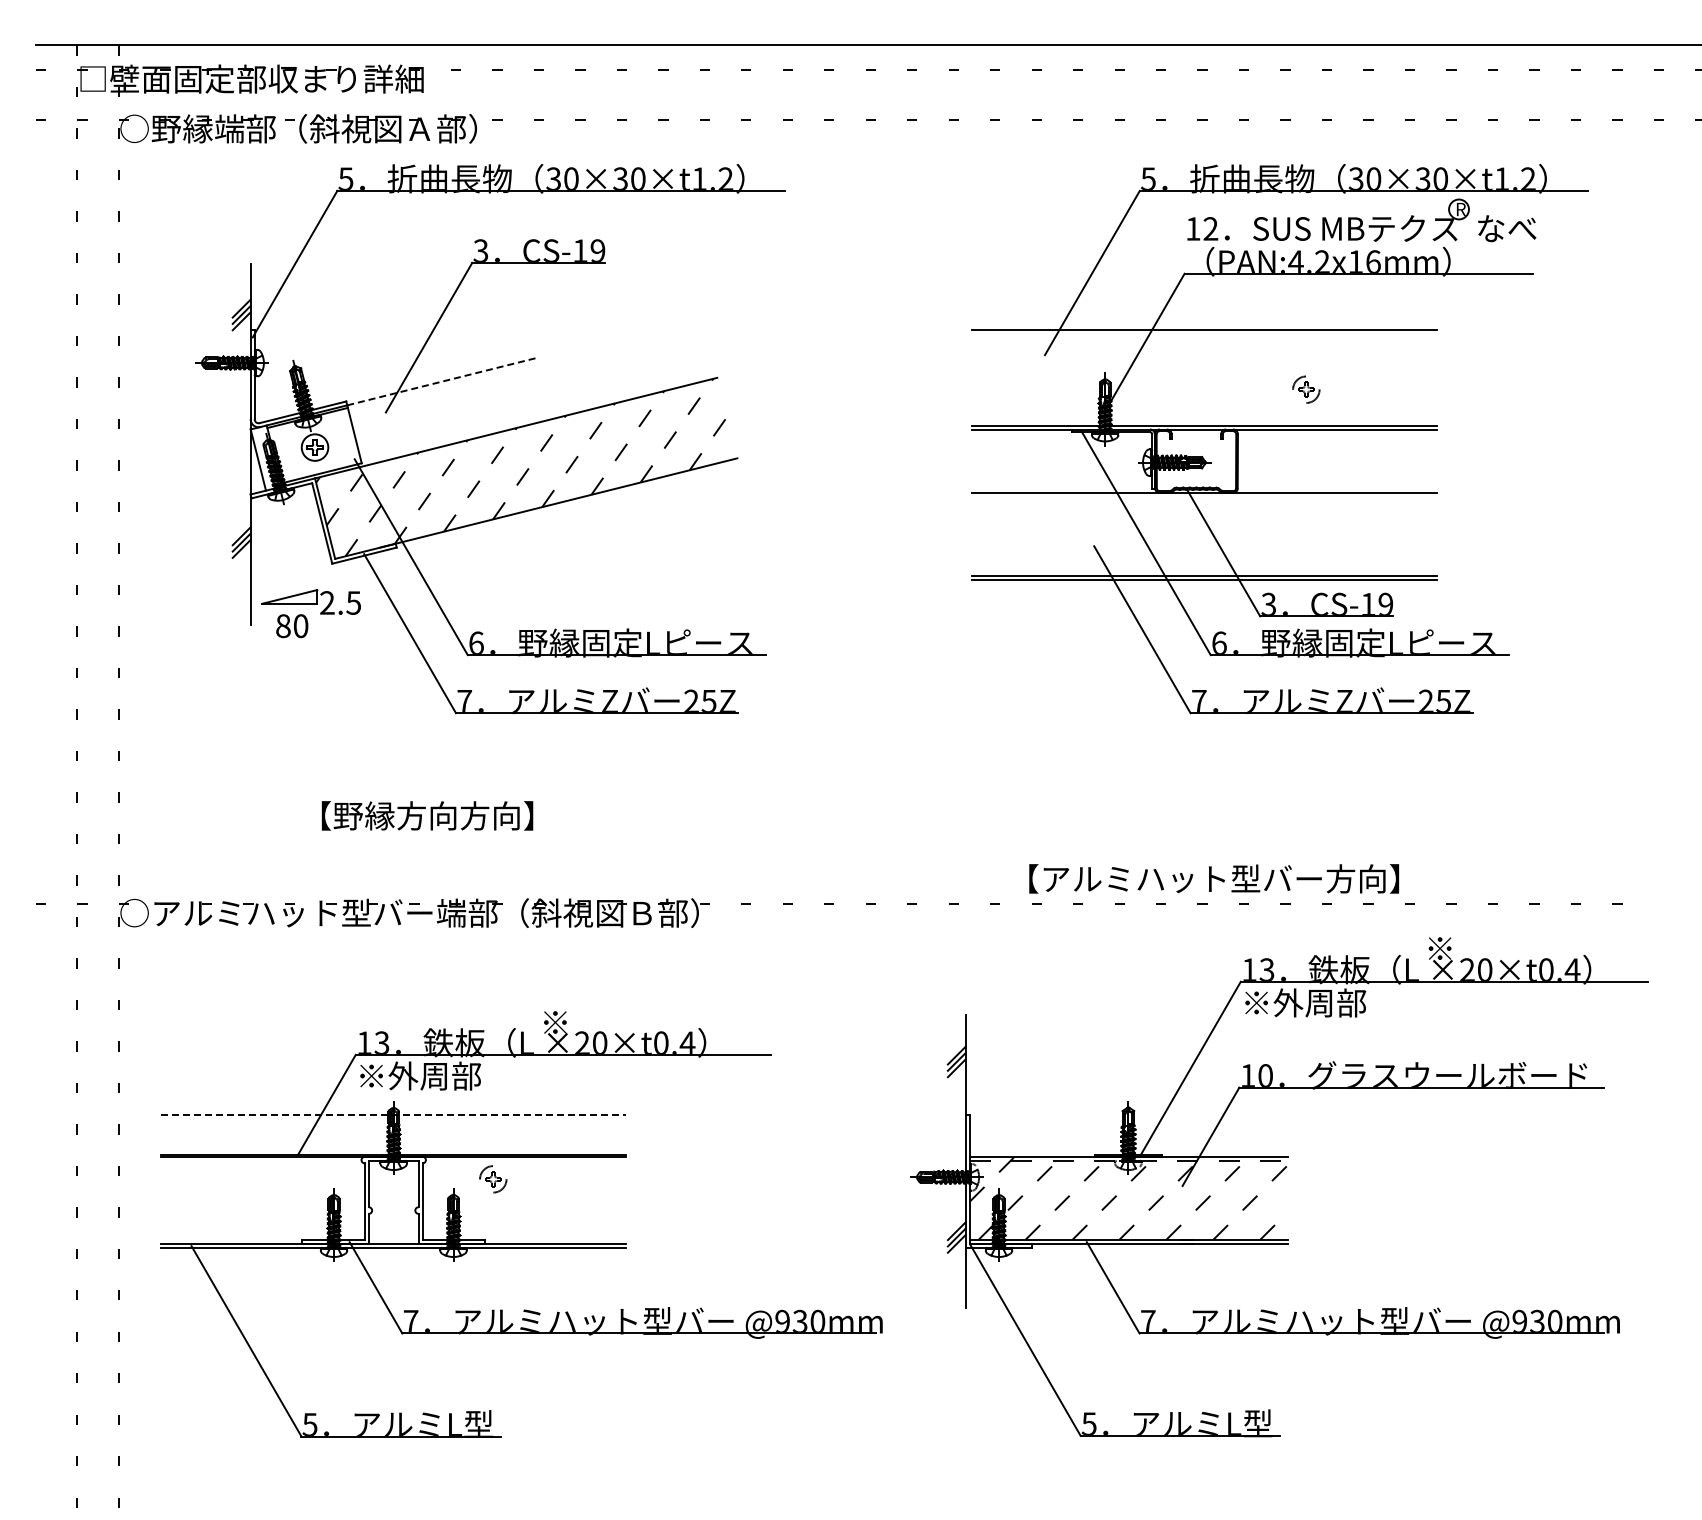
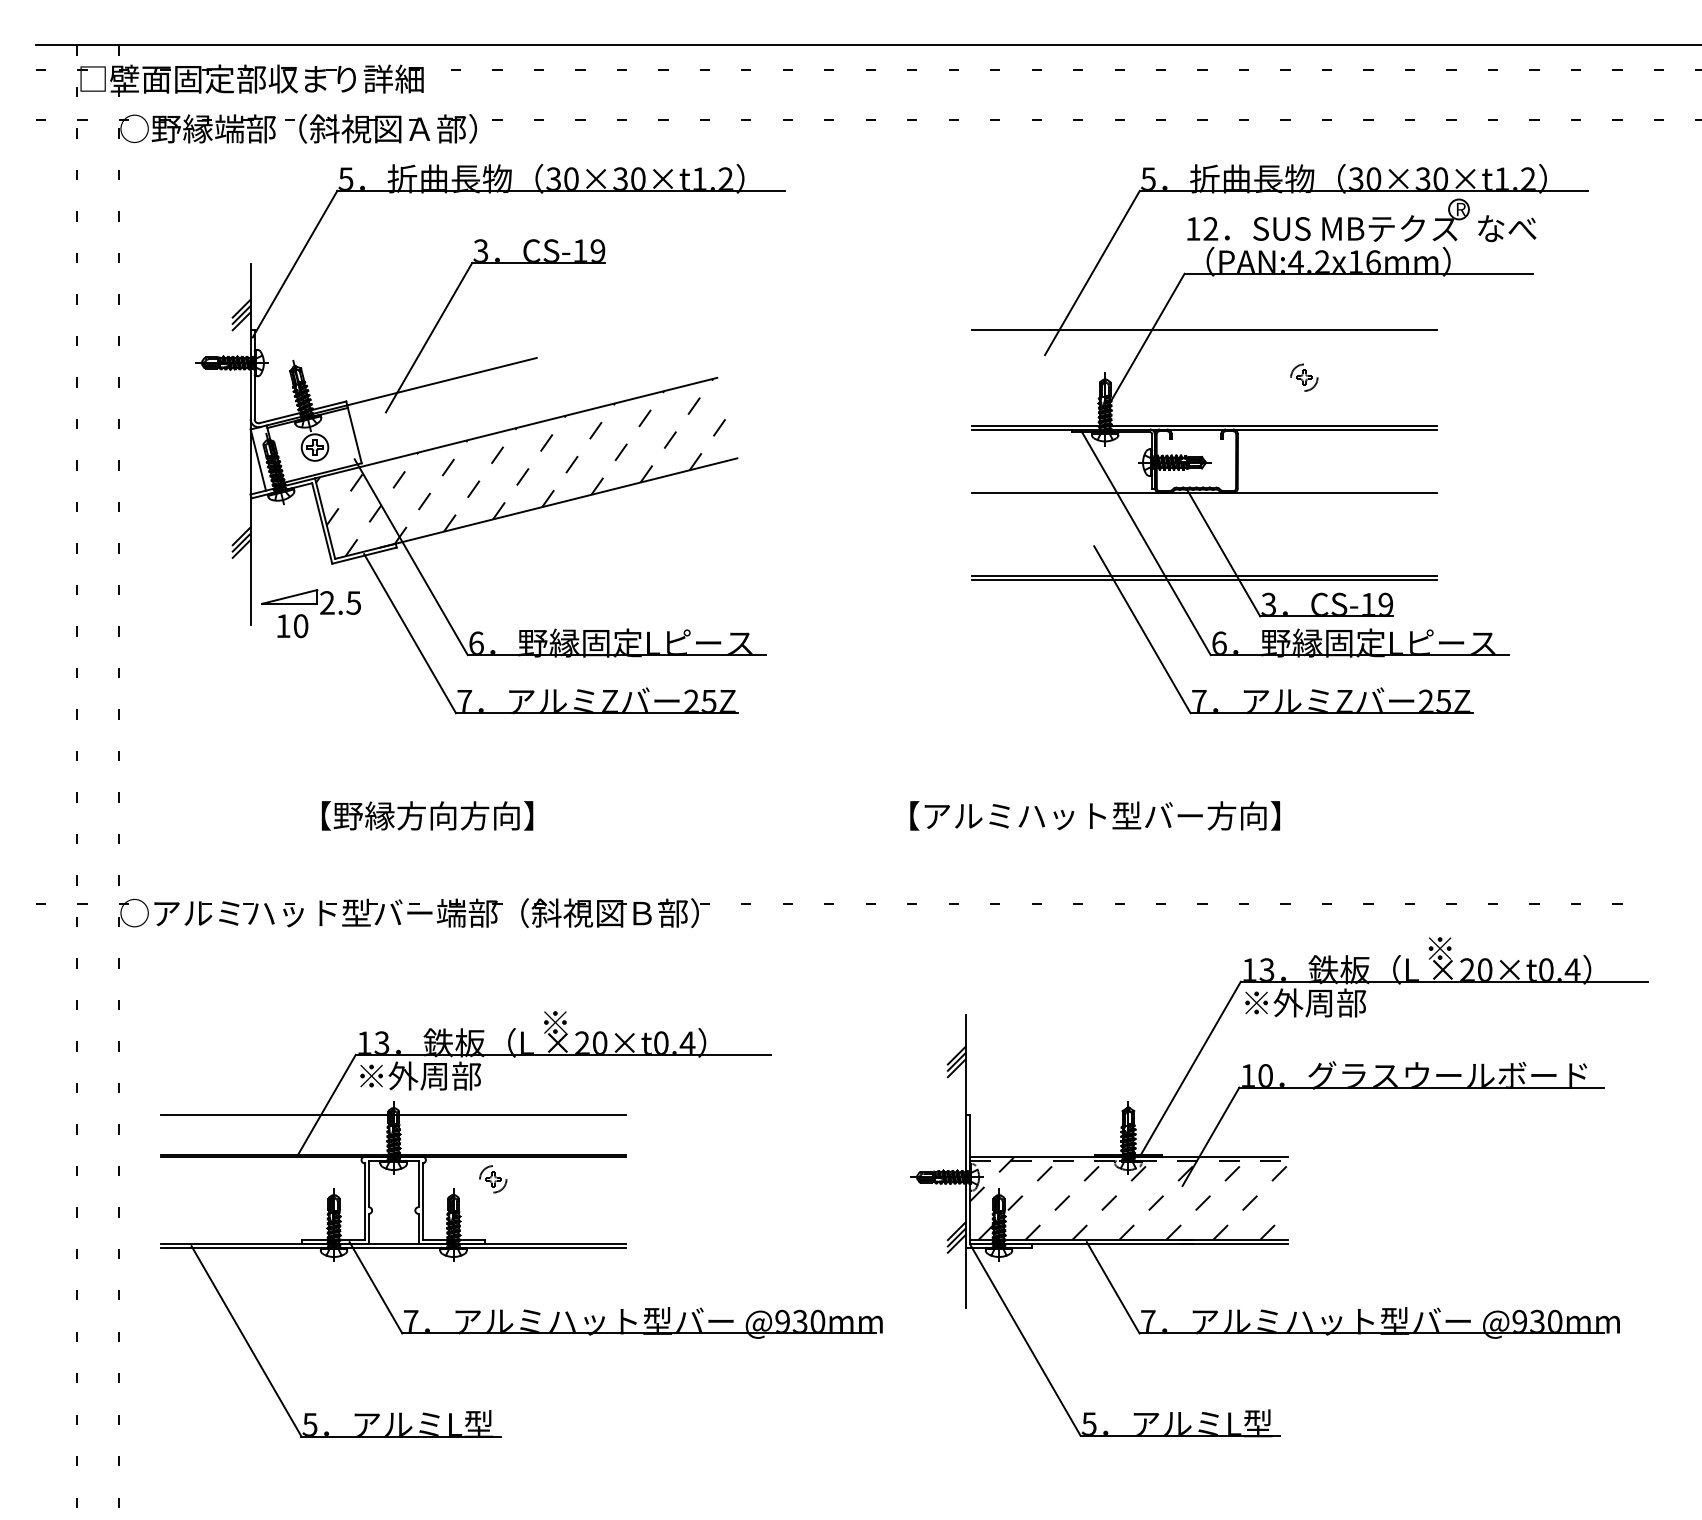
line at (442, 381): dashed -> solid
part at (1306, 389) position: (1306, 389) -> (1304, 377)
text at (283, 626): 80 -> 10
text at (1213, 878) position: (1213, 878) -> (1094, 815)
line at (394, 1114): dashed -> solid
